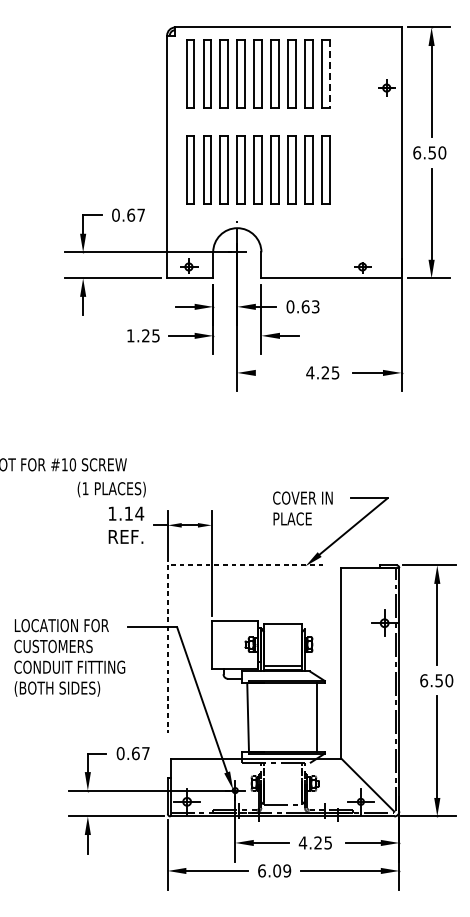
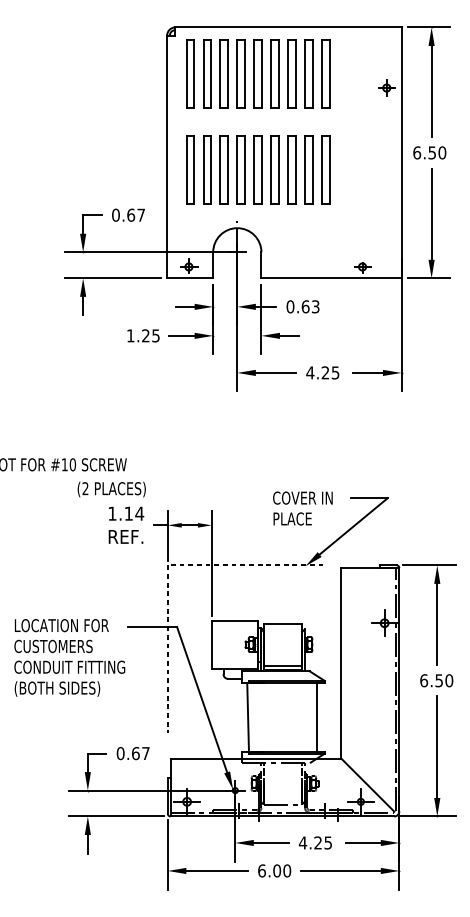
line at (329, 73): dashed -> solid
line at (275, 372): none -> present
text at (85, 488): (1 -> (2
text at (287, 870): 6.09 -> 6.00
